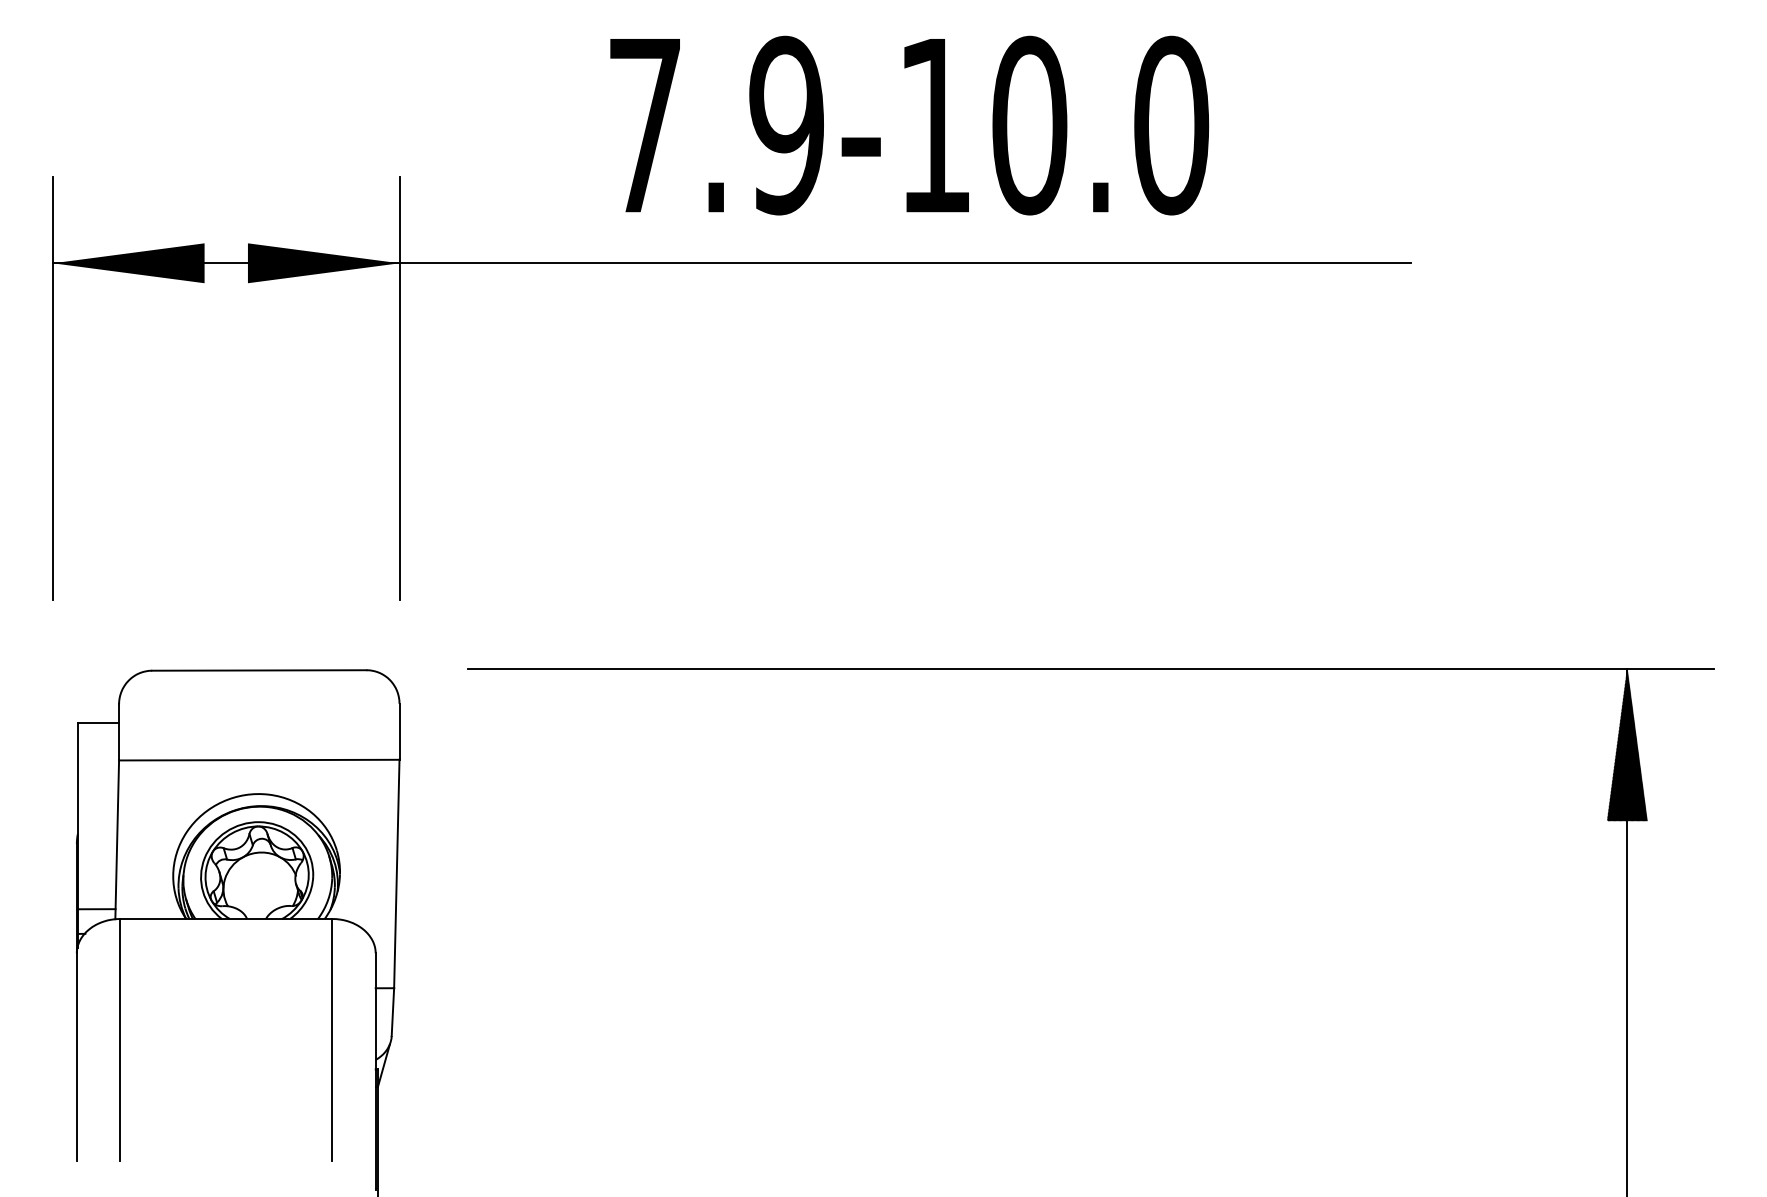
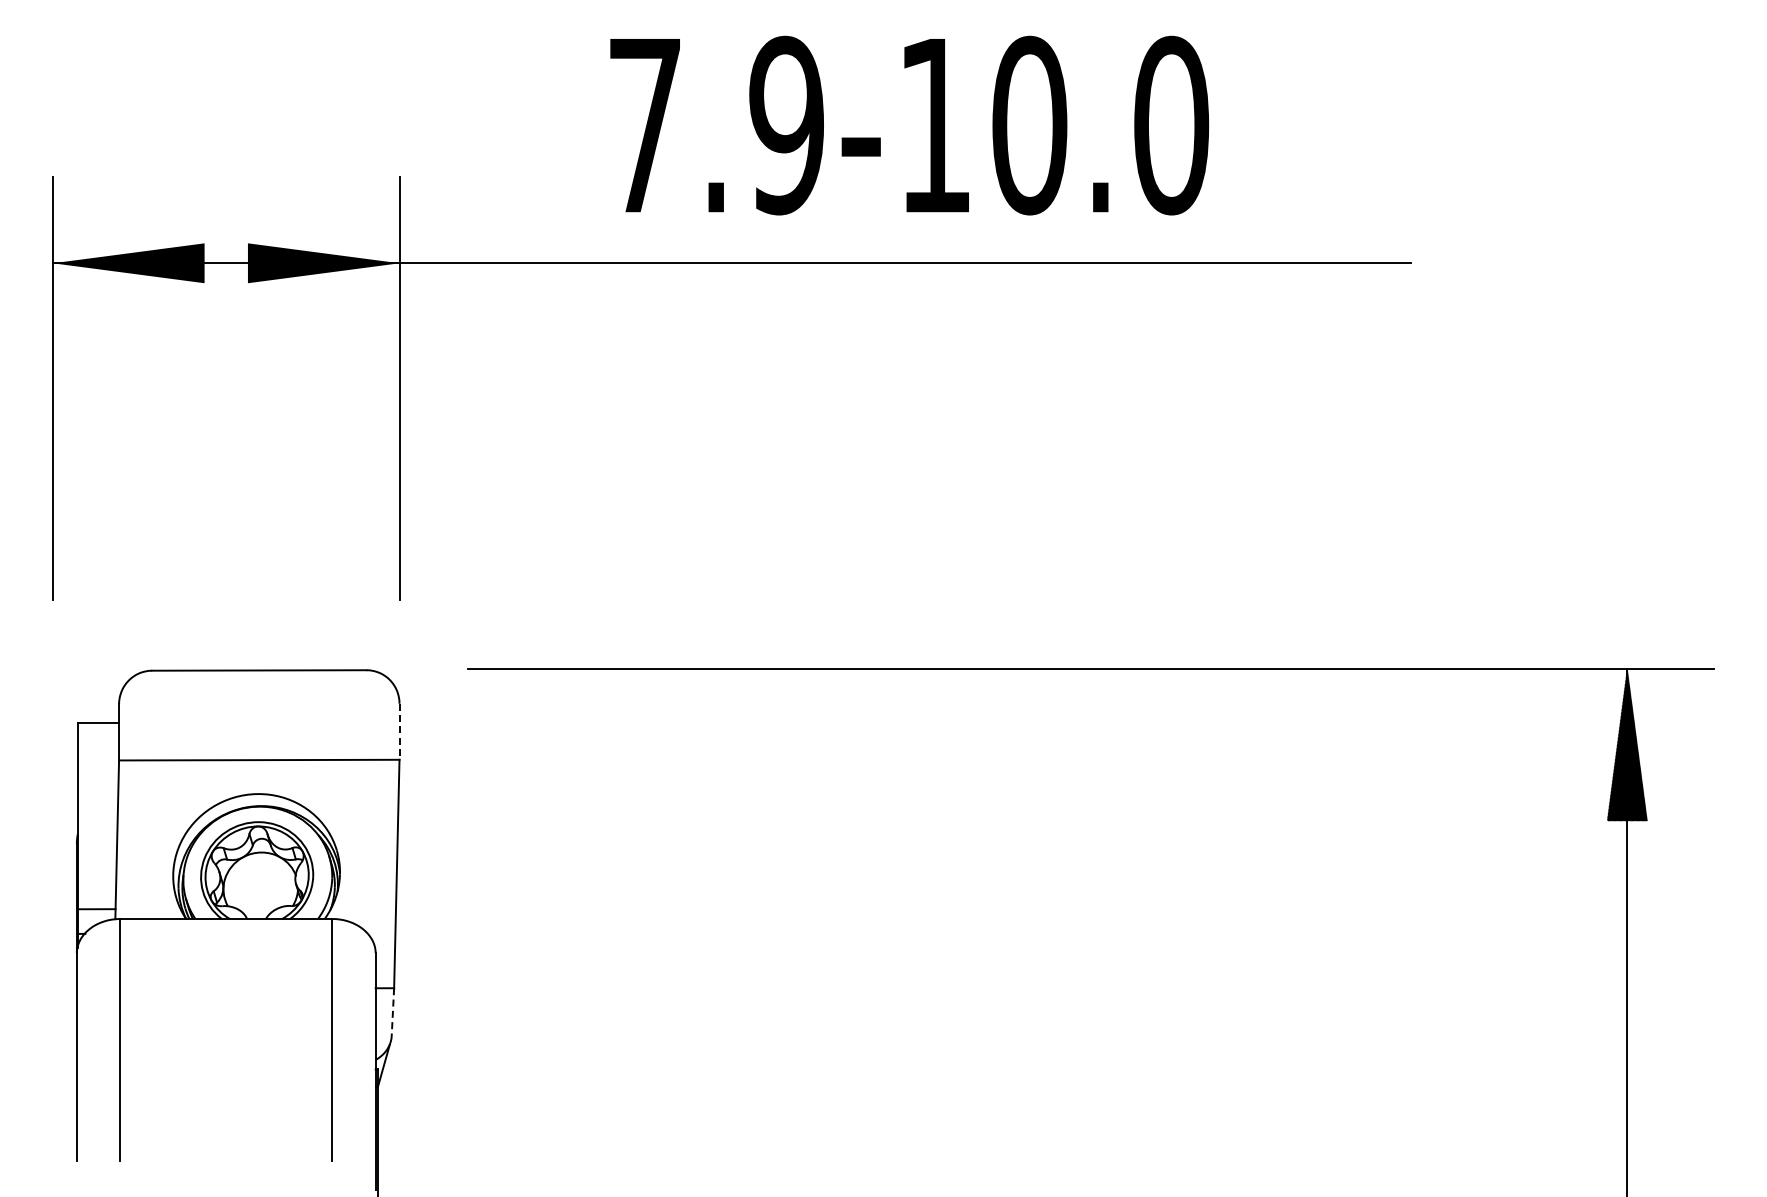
line at (399, 732): solid -> dashed
line at (392, 1012): solid -> dashed
